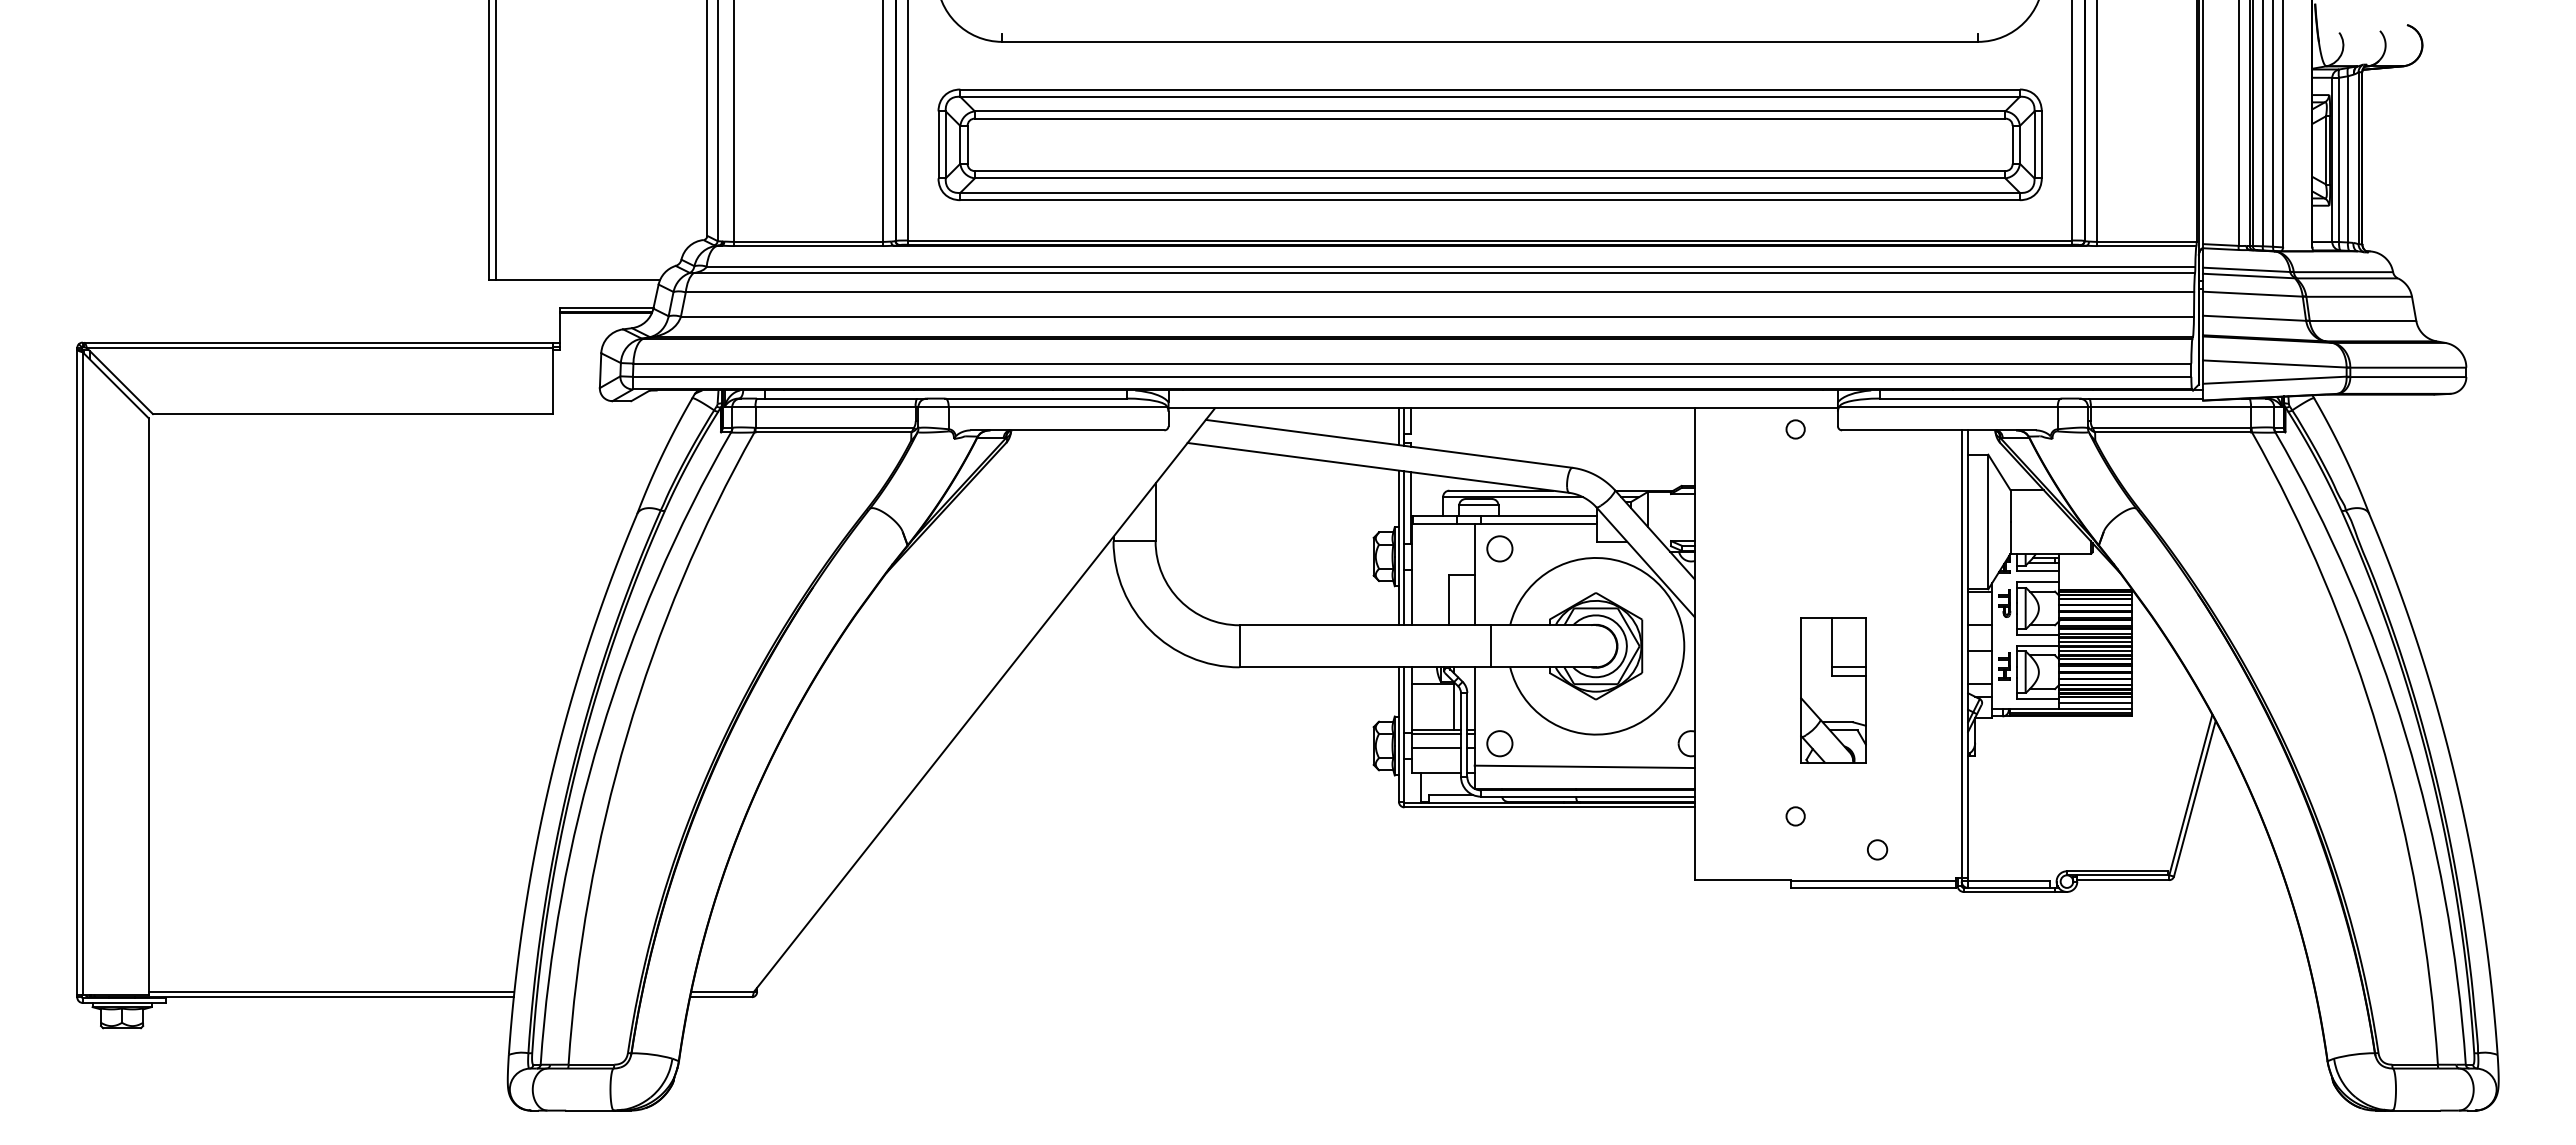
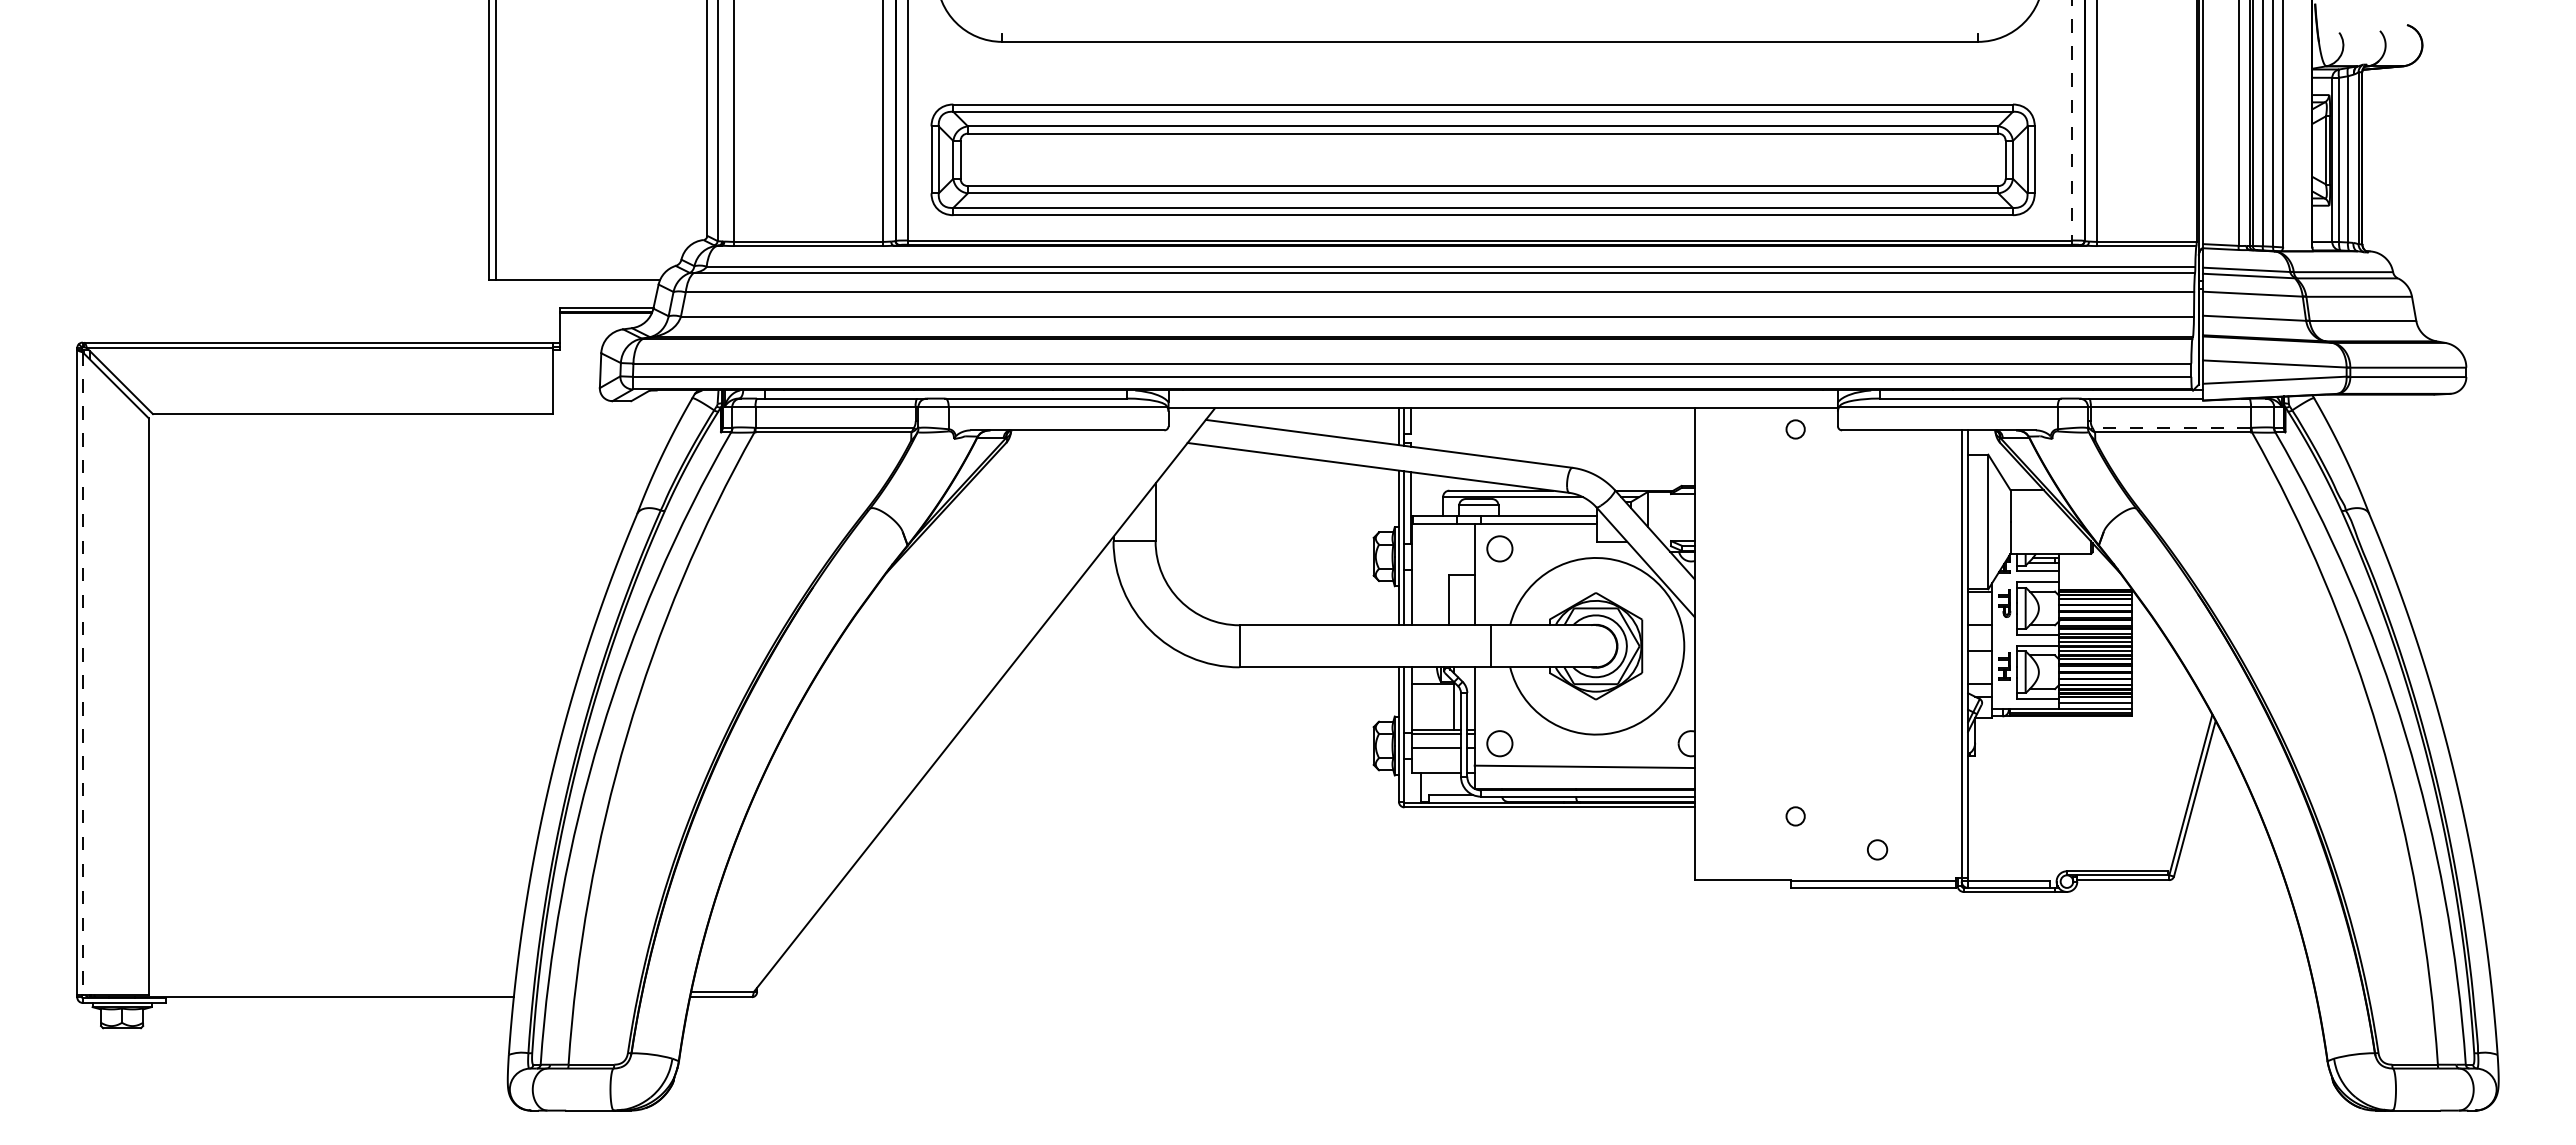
line at (2071, 120): solid -> dashed
part at (1489, 144) position: (1489, 144) -> (1482, 159)
line at (2171, 427): solid -> dashed
line at (82, 673): solid -> dashed
part at (1833, 690): present -> none
line at (331, 991): present -> none
